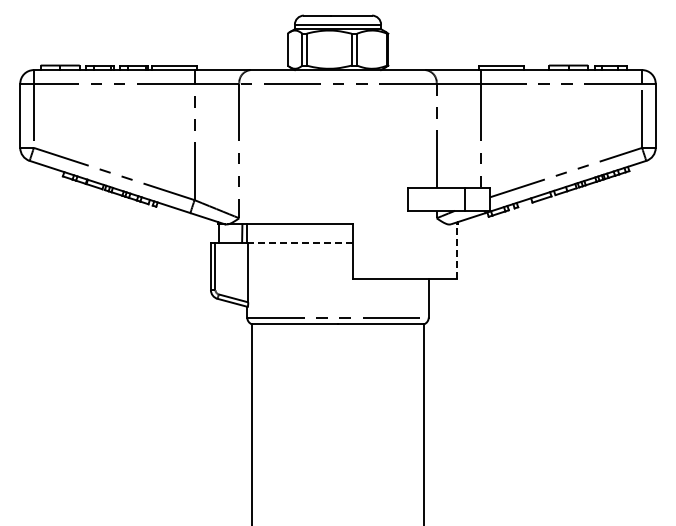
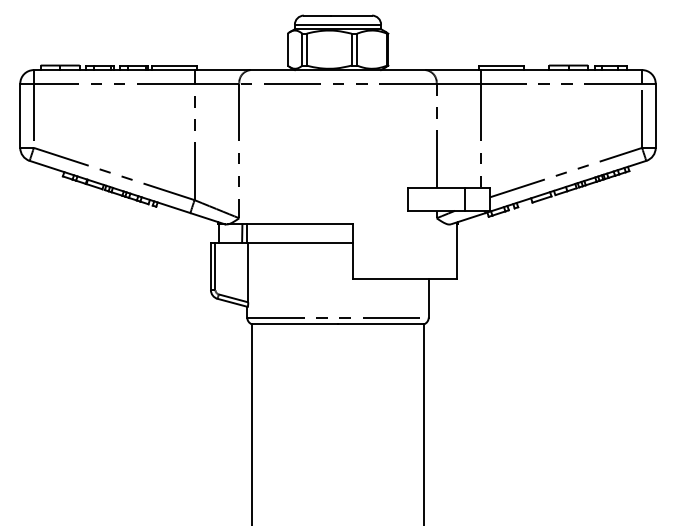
line at (299, 242): dashed -> solid
line at (457, 251): dashed -> solid
